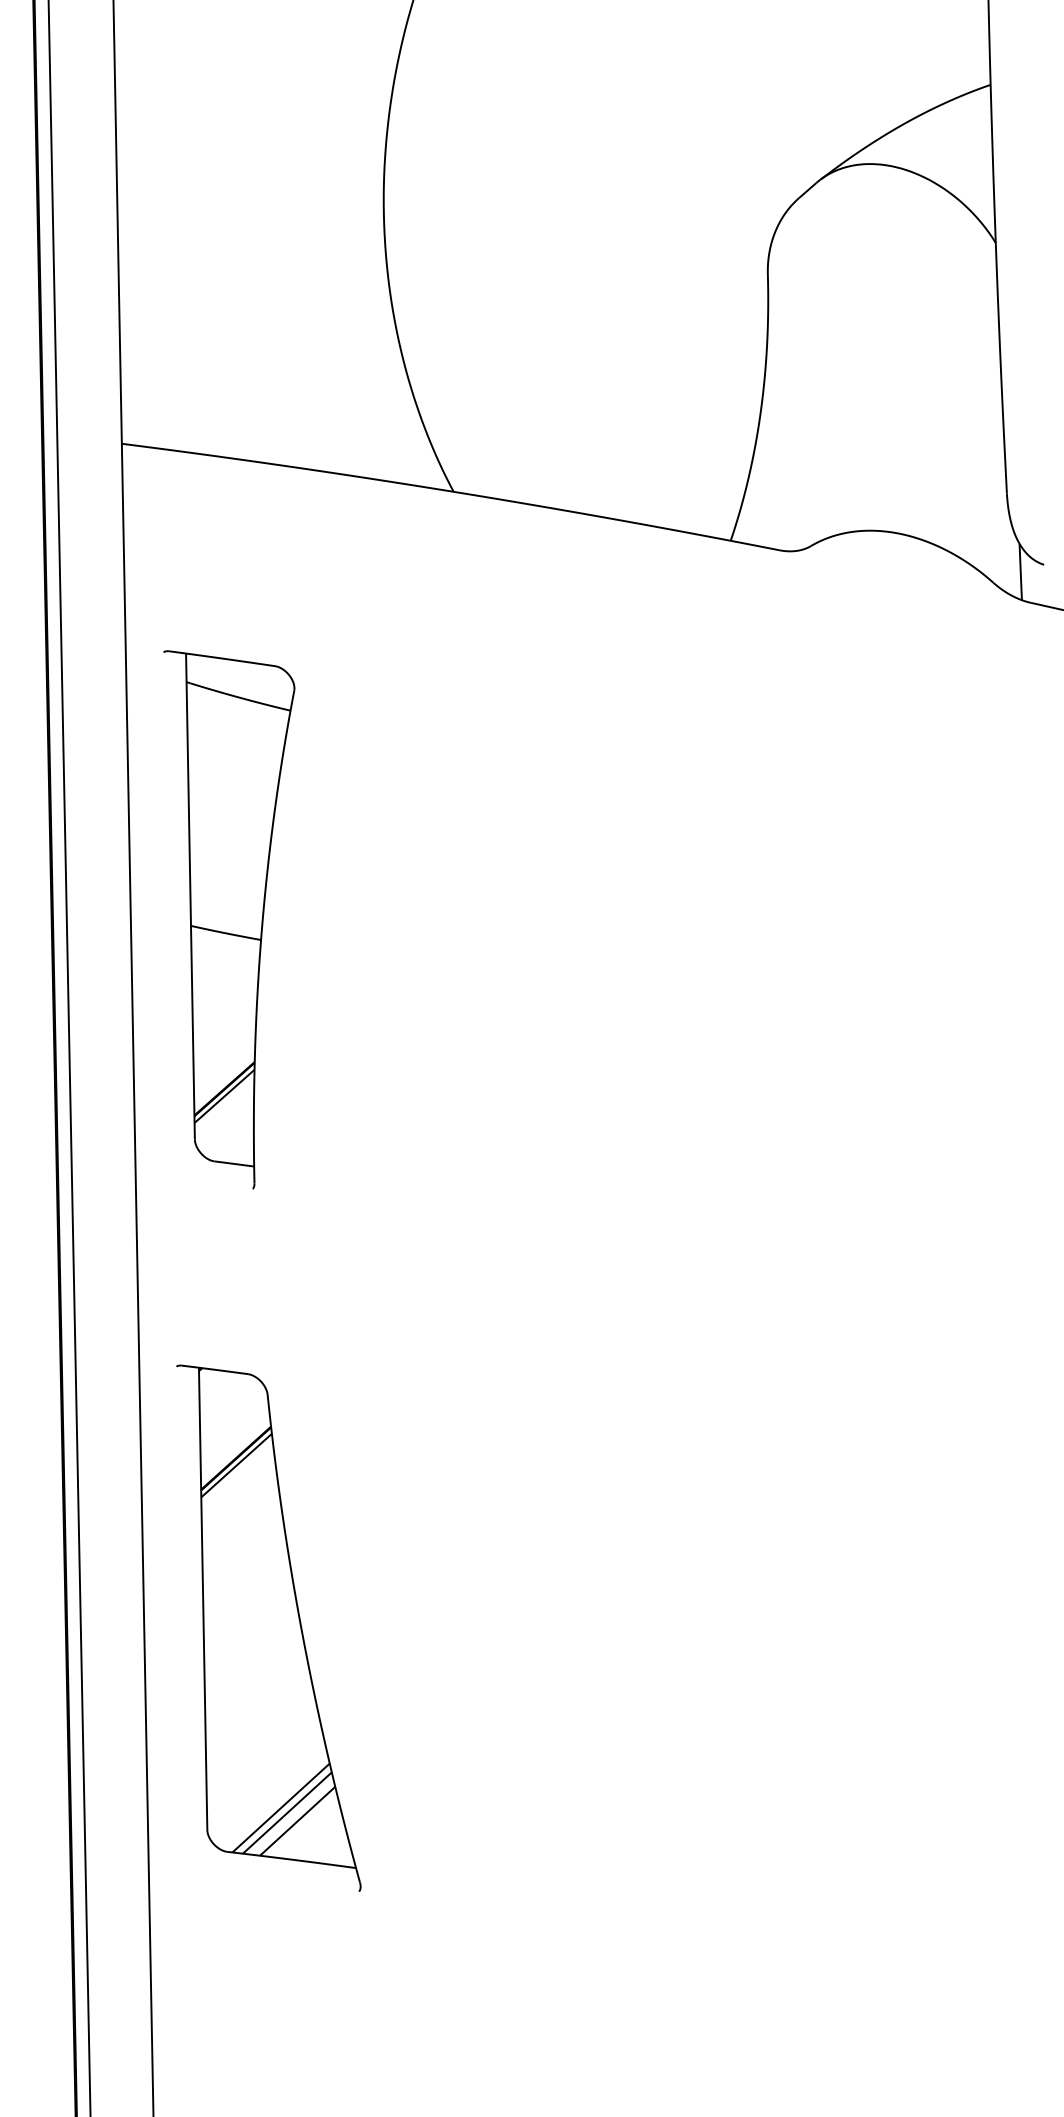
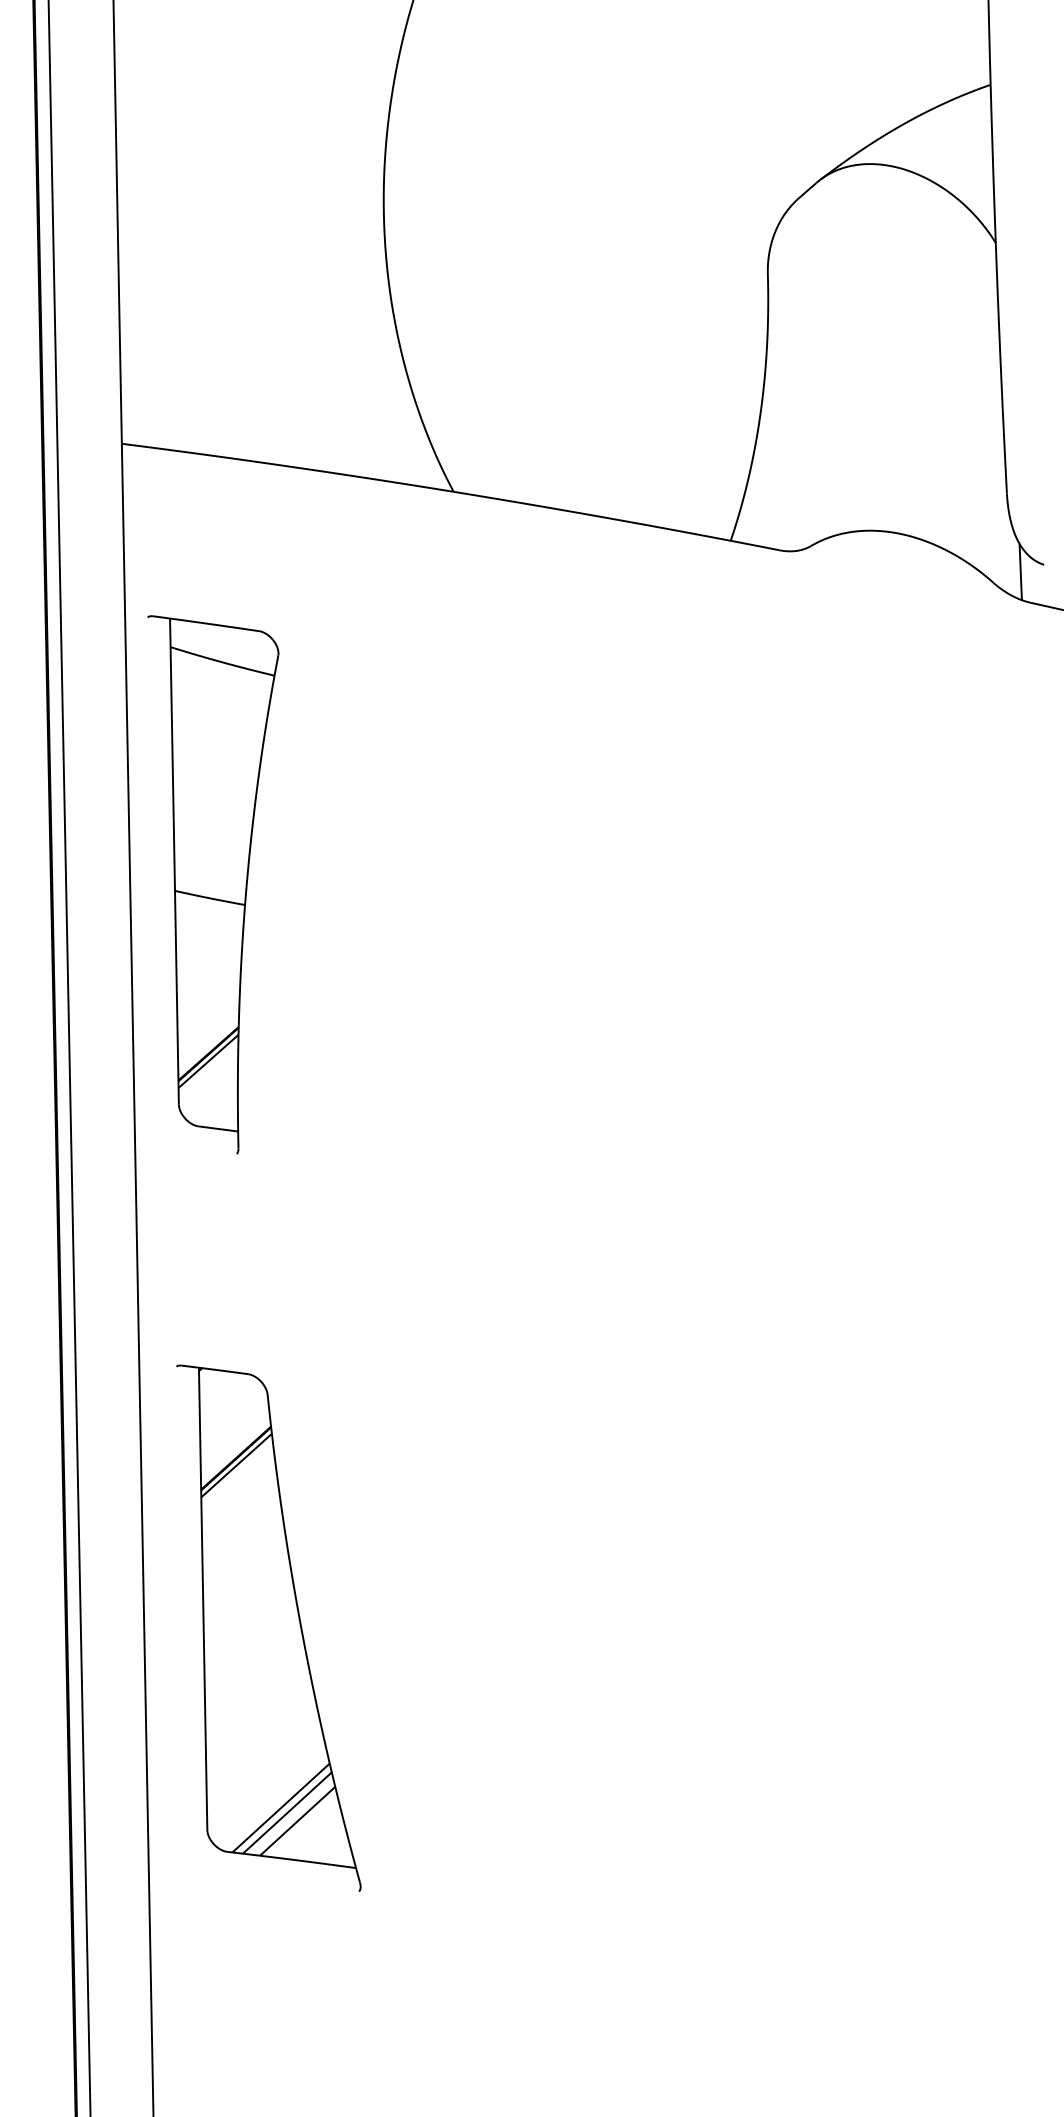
part at (229, 919) position: (229, 919) -> (213, 884)
